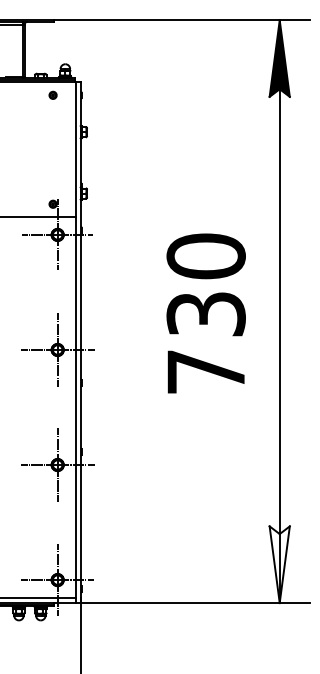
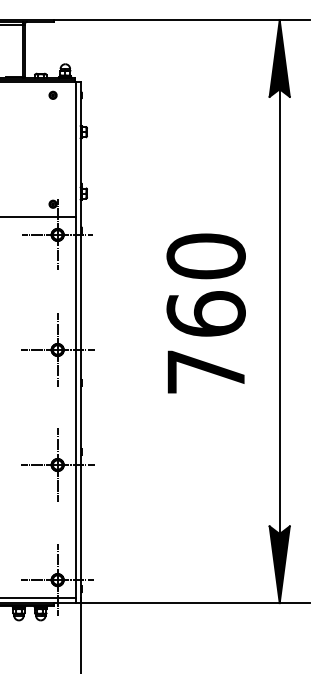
text at (205, 313): 730 -> 760
fill at (279, 564): none -> present
